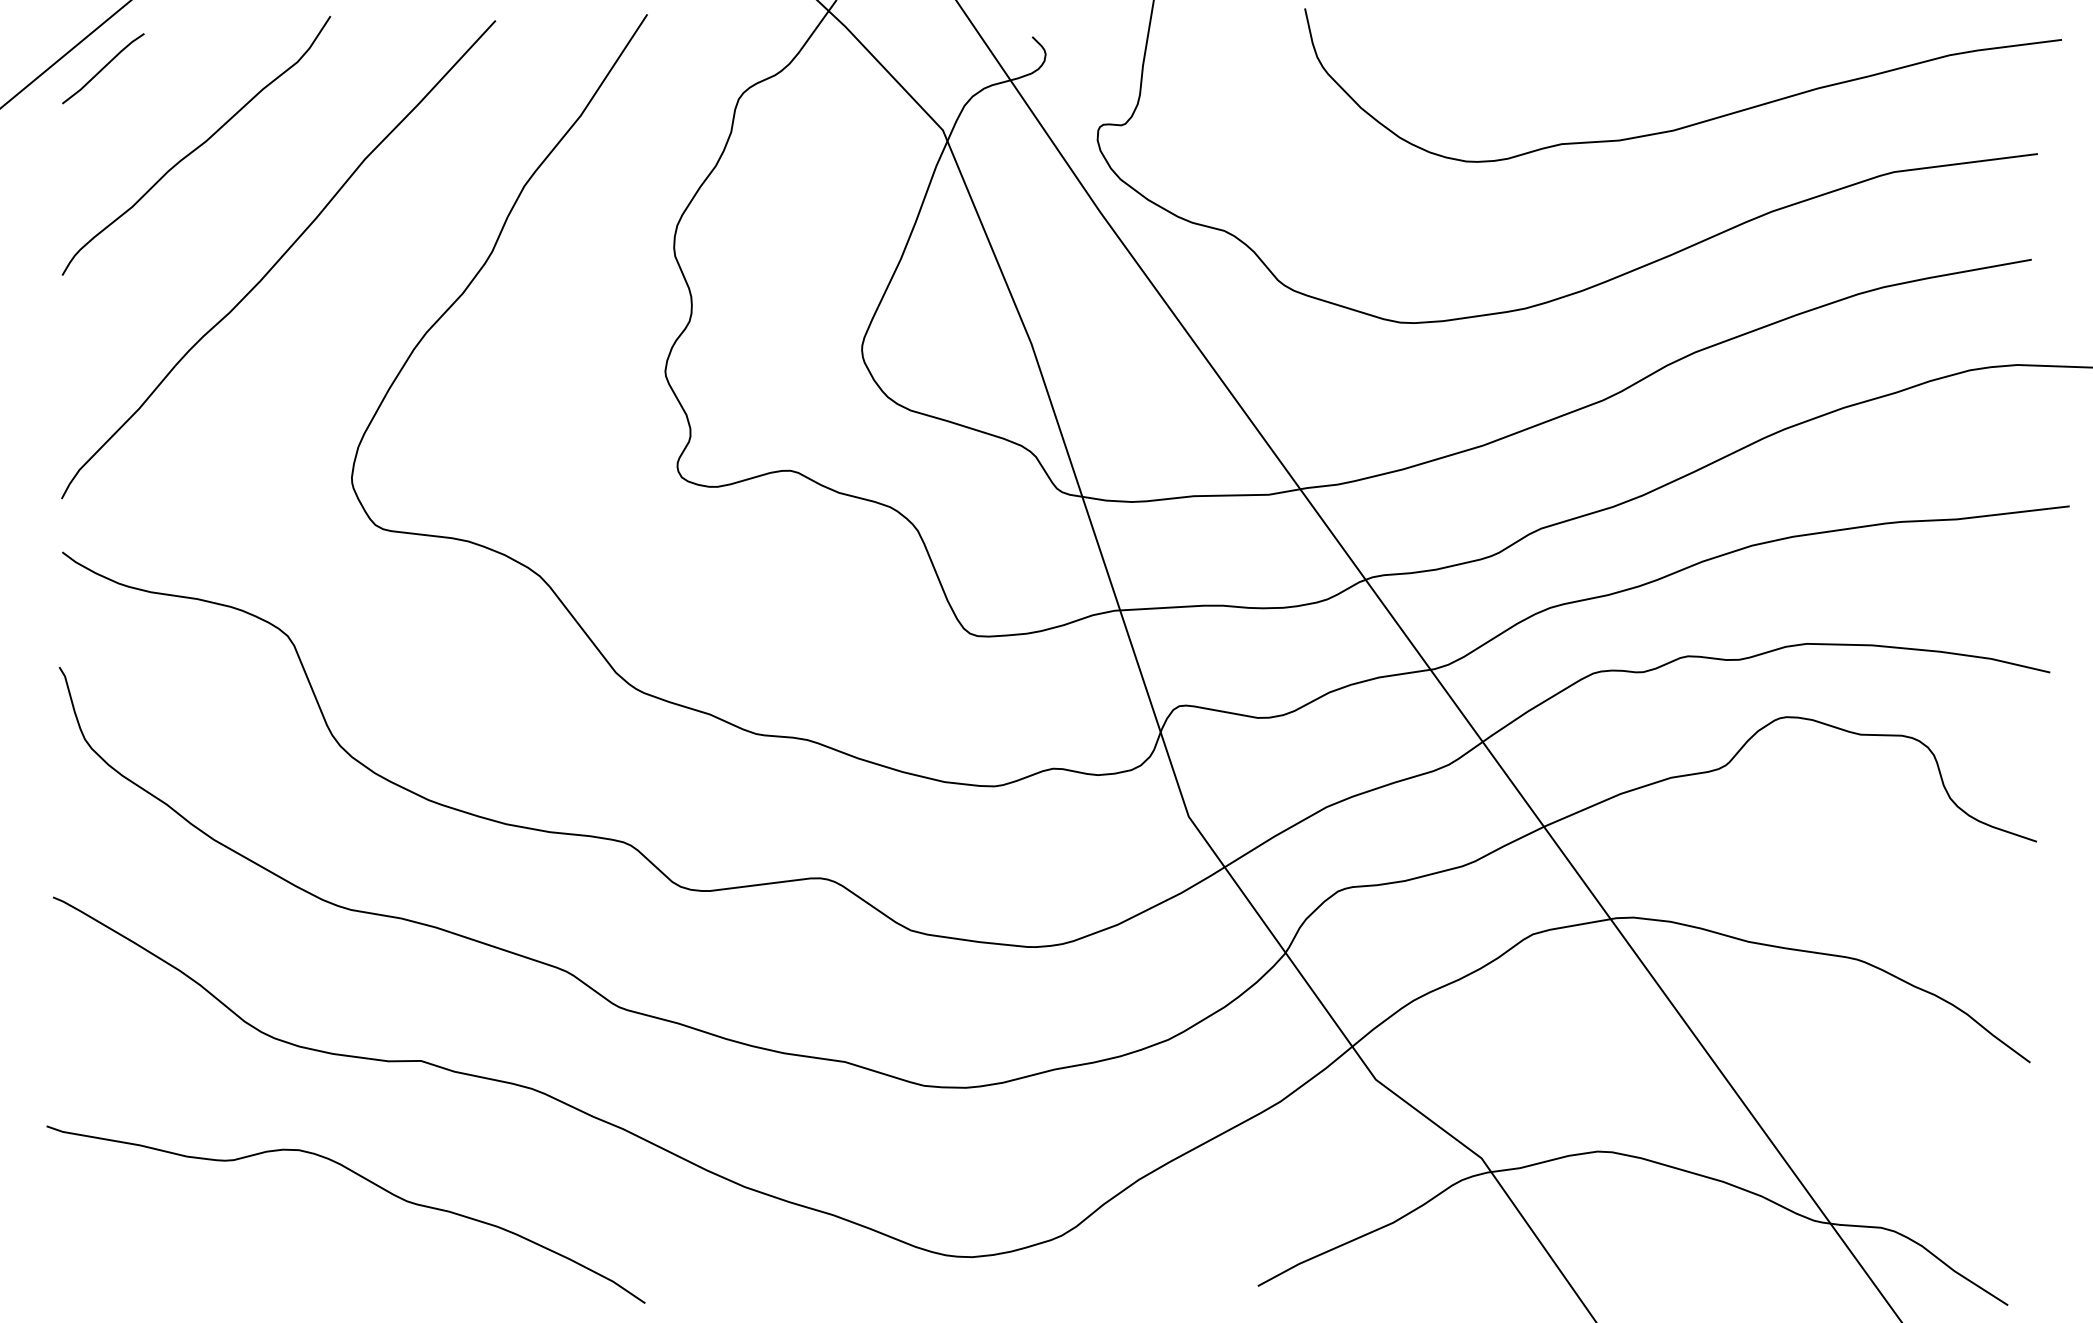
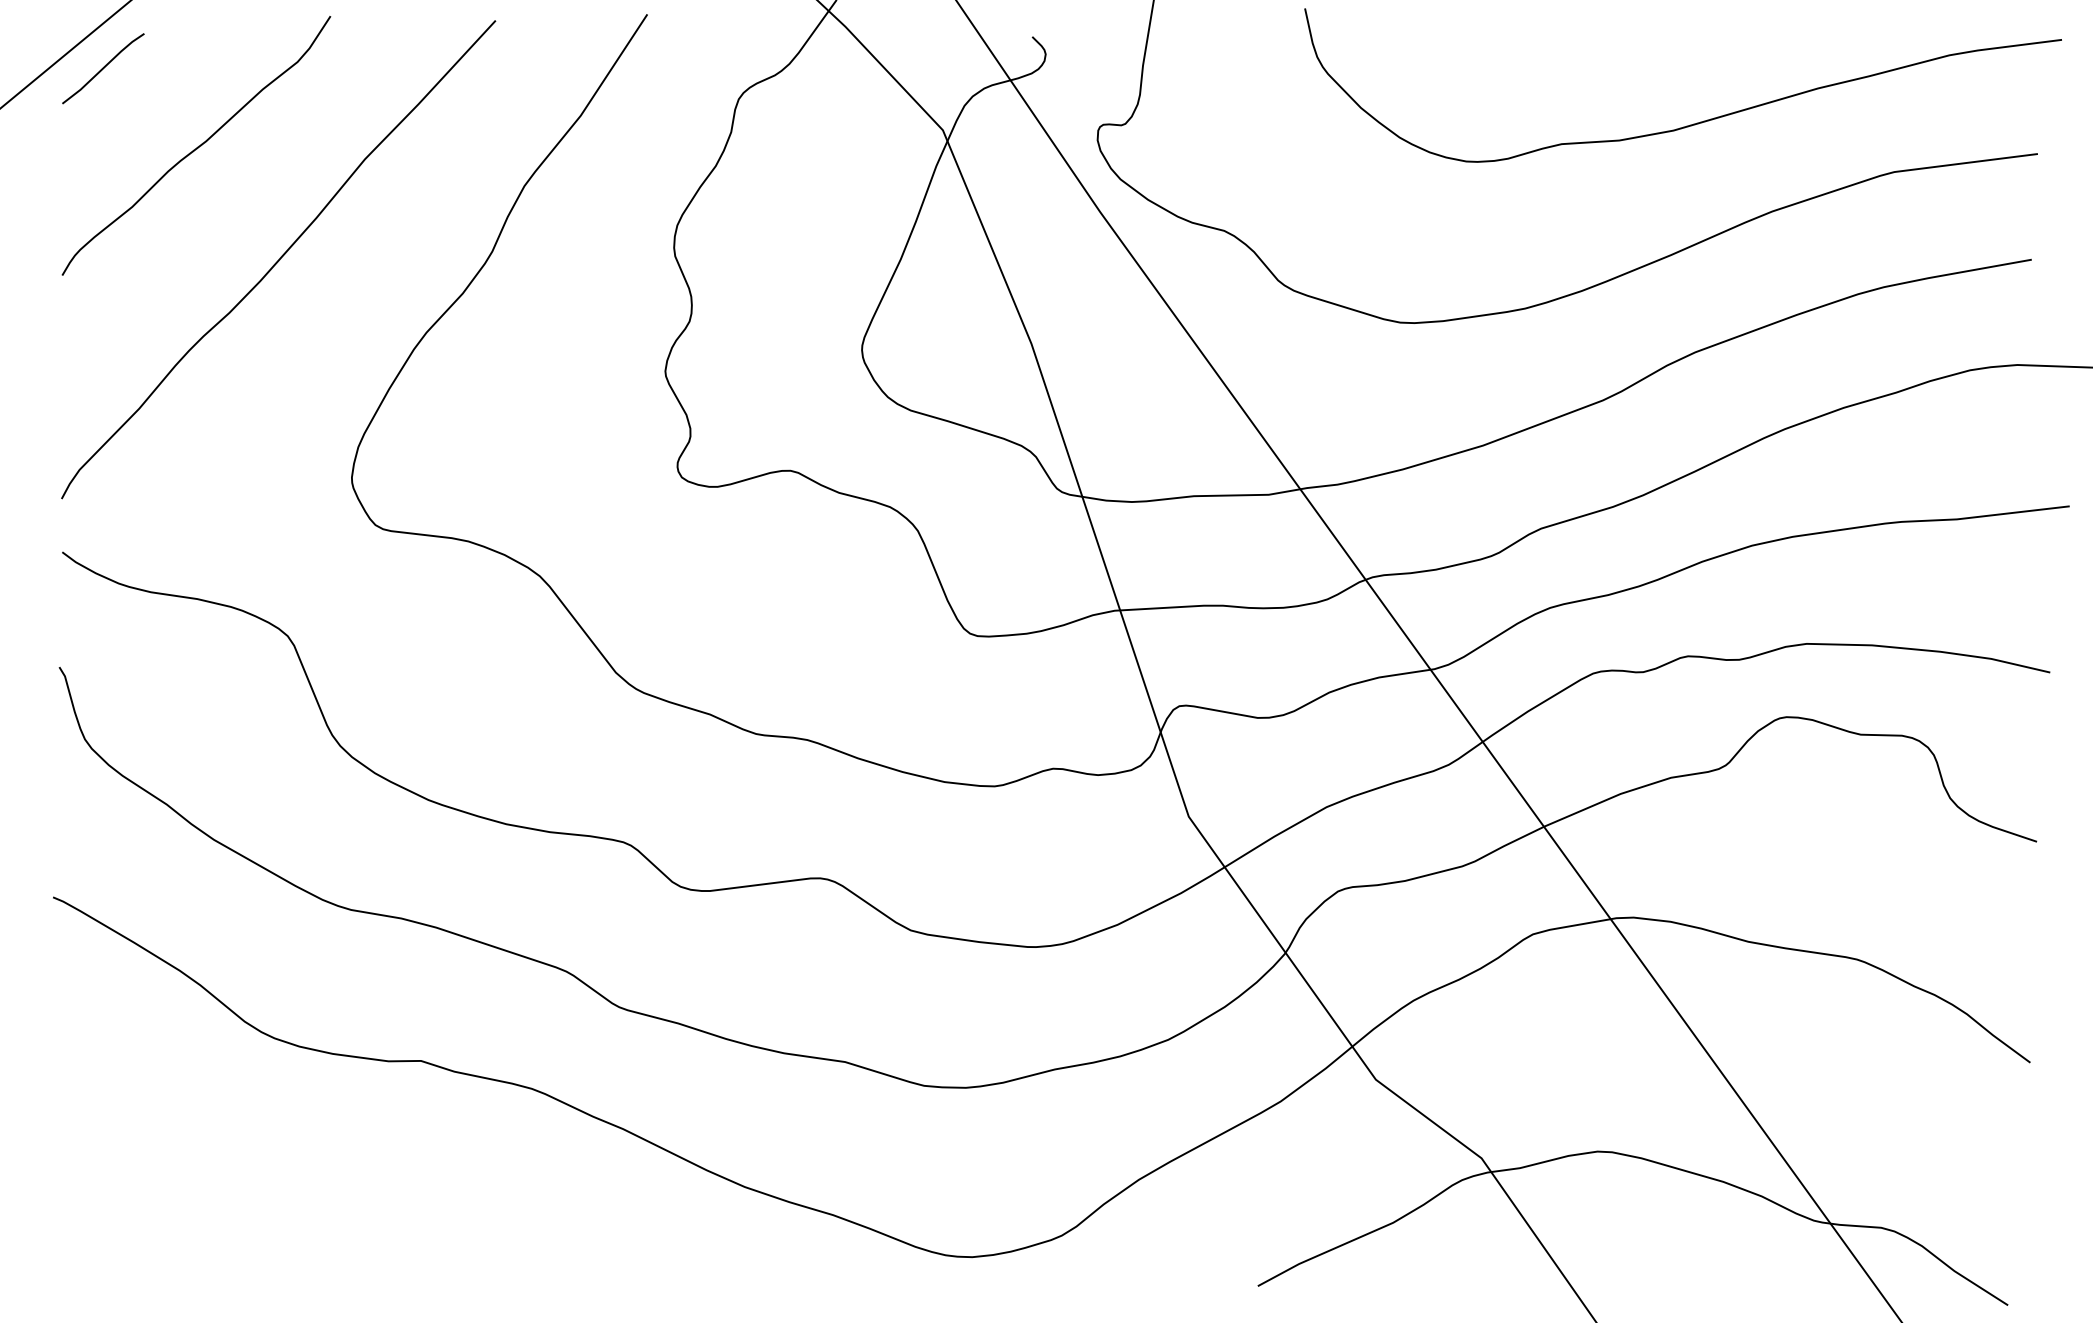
curve at (362, 1178): present -> none
